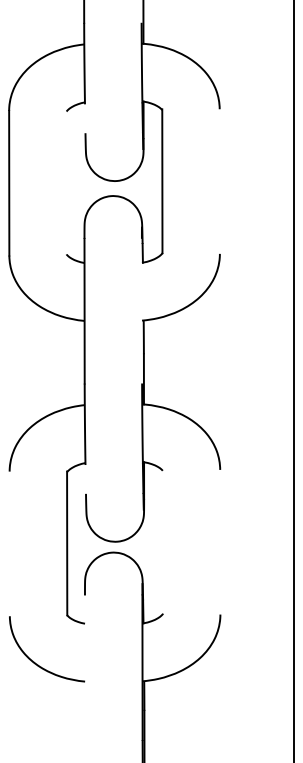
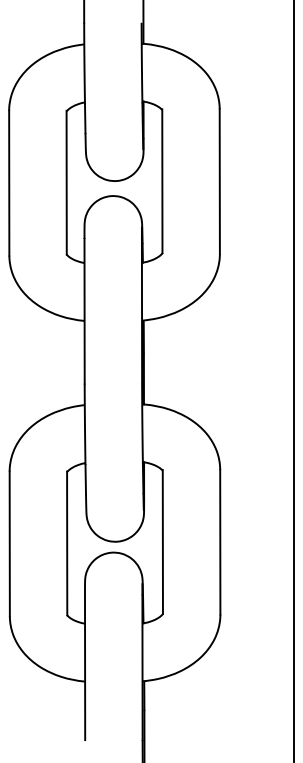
line at (85, 118): none -> present
line at (219, 181): none -> present
line at (66, 182): none -> present
line at (141, 310): none -> present
line at (85, 479): none -> present
line at (162, 541): none -> present
line at (220, 541): none -> present
line at (9, 543): none -> present
line at (85, 667): none -> present
